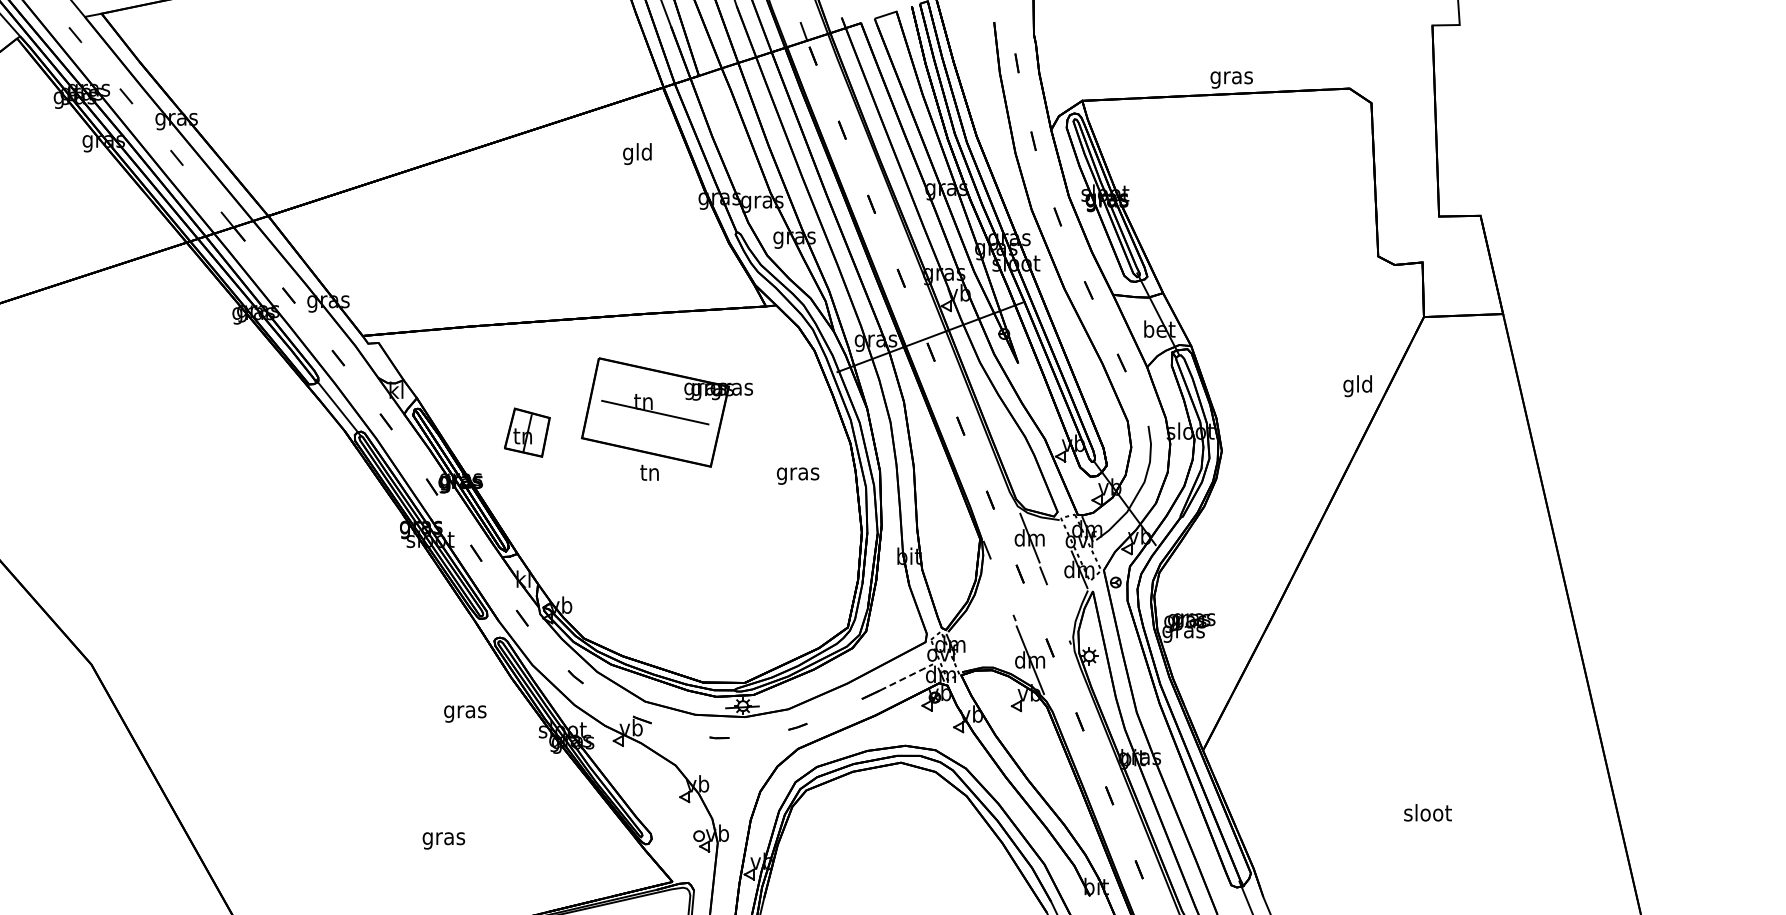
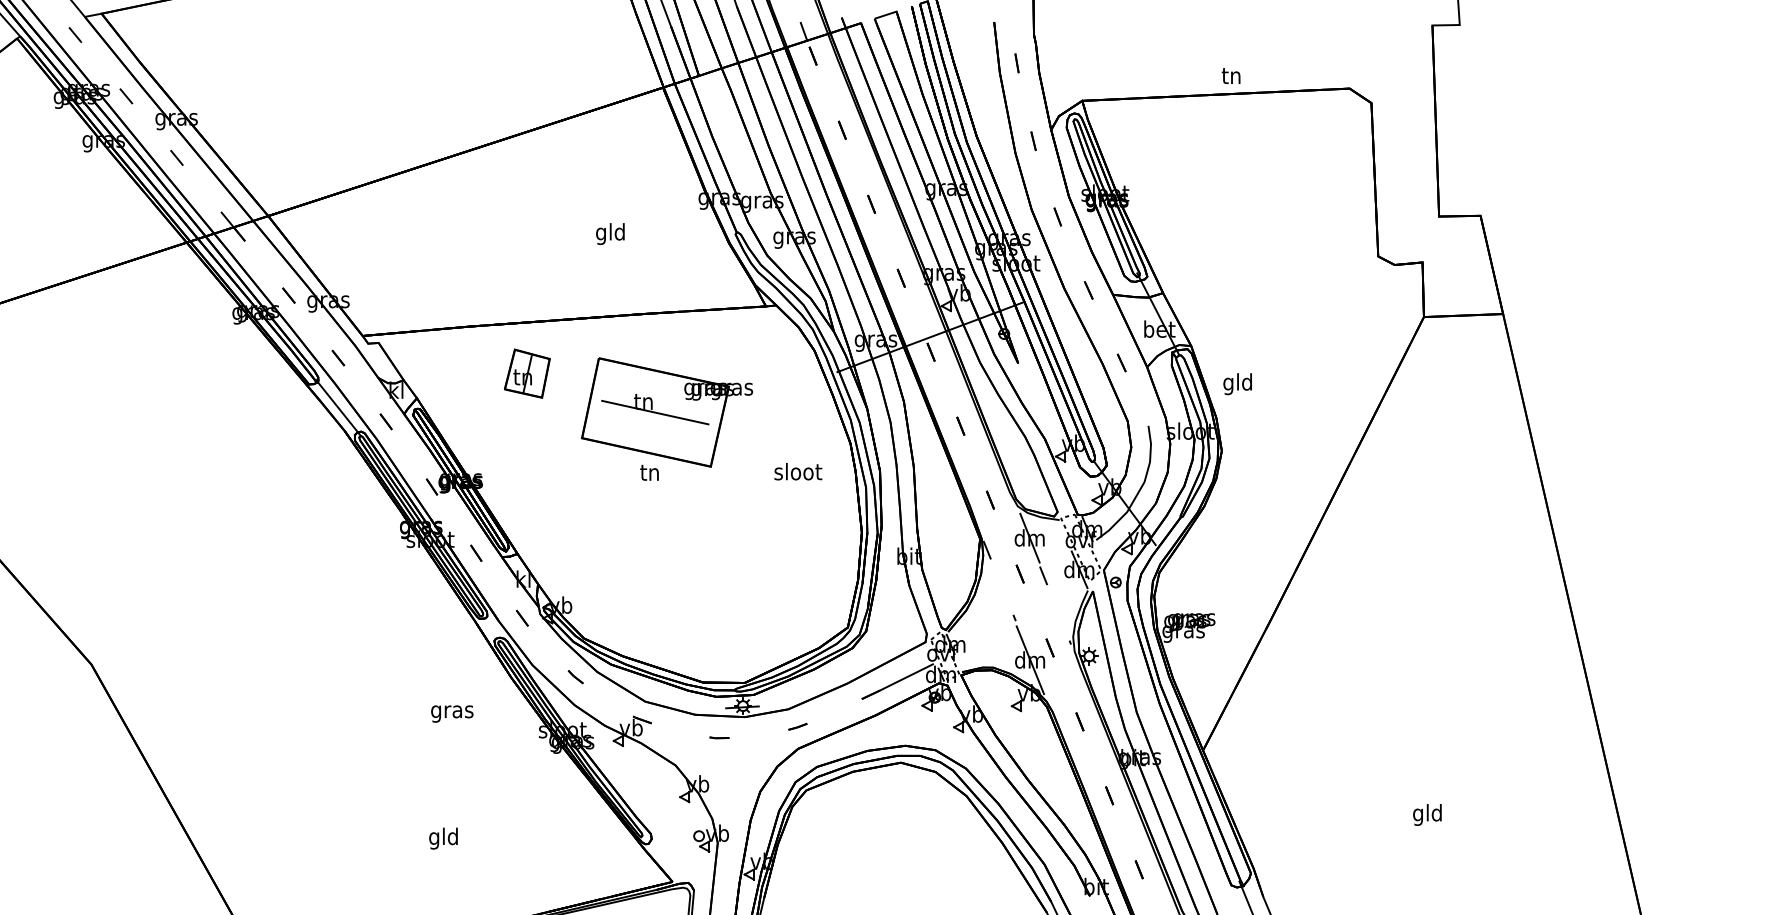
text at (1231, 78): gras -> tn
text at (637, 153) position: (637, 153) -> (610, 233)
text at (1357, 386) position: (1357, 386) -> (1237, 384)
part at (527, 432) position: (527, 432) -> (527, 373)
text at (798, 473): gras -> sloot
line at (906, 677): dashed -> solid
text at (465, 713) position: (465, 713) -> (452, 713)
text at (1427, 814): sloot -> gld
text at (443, 838): gras -> gld
